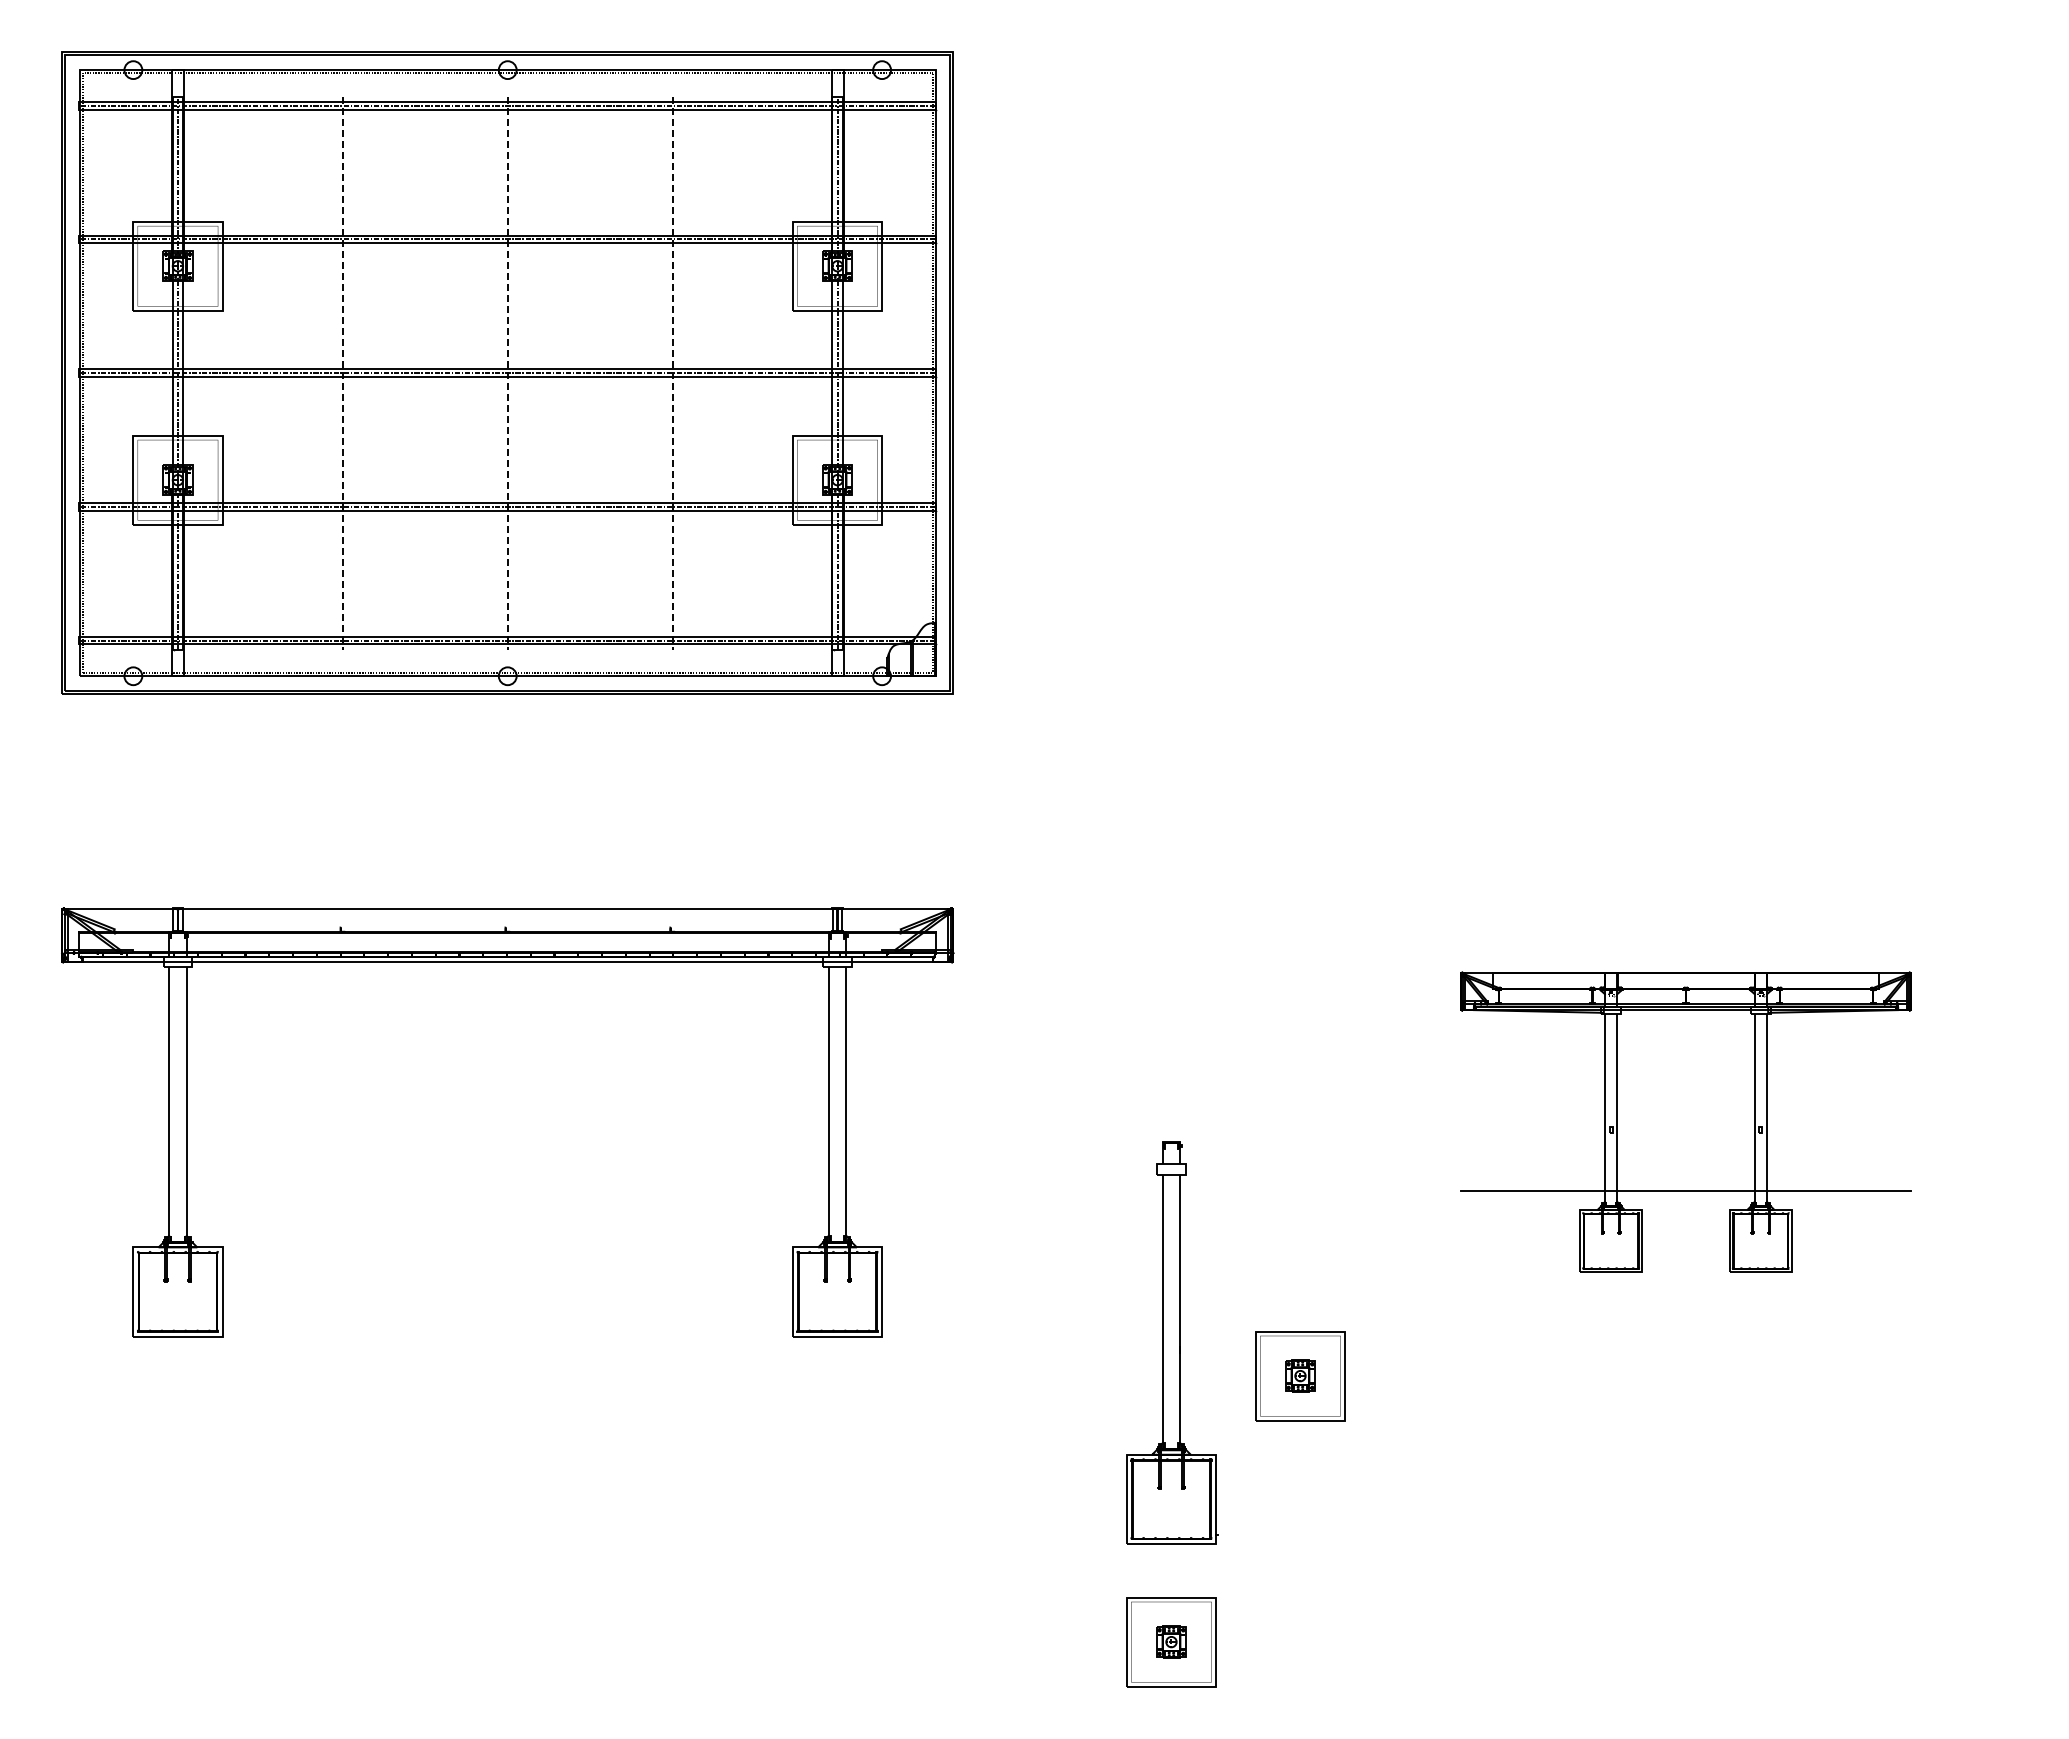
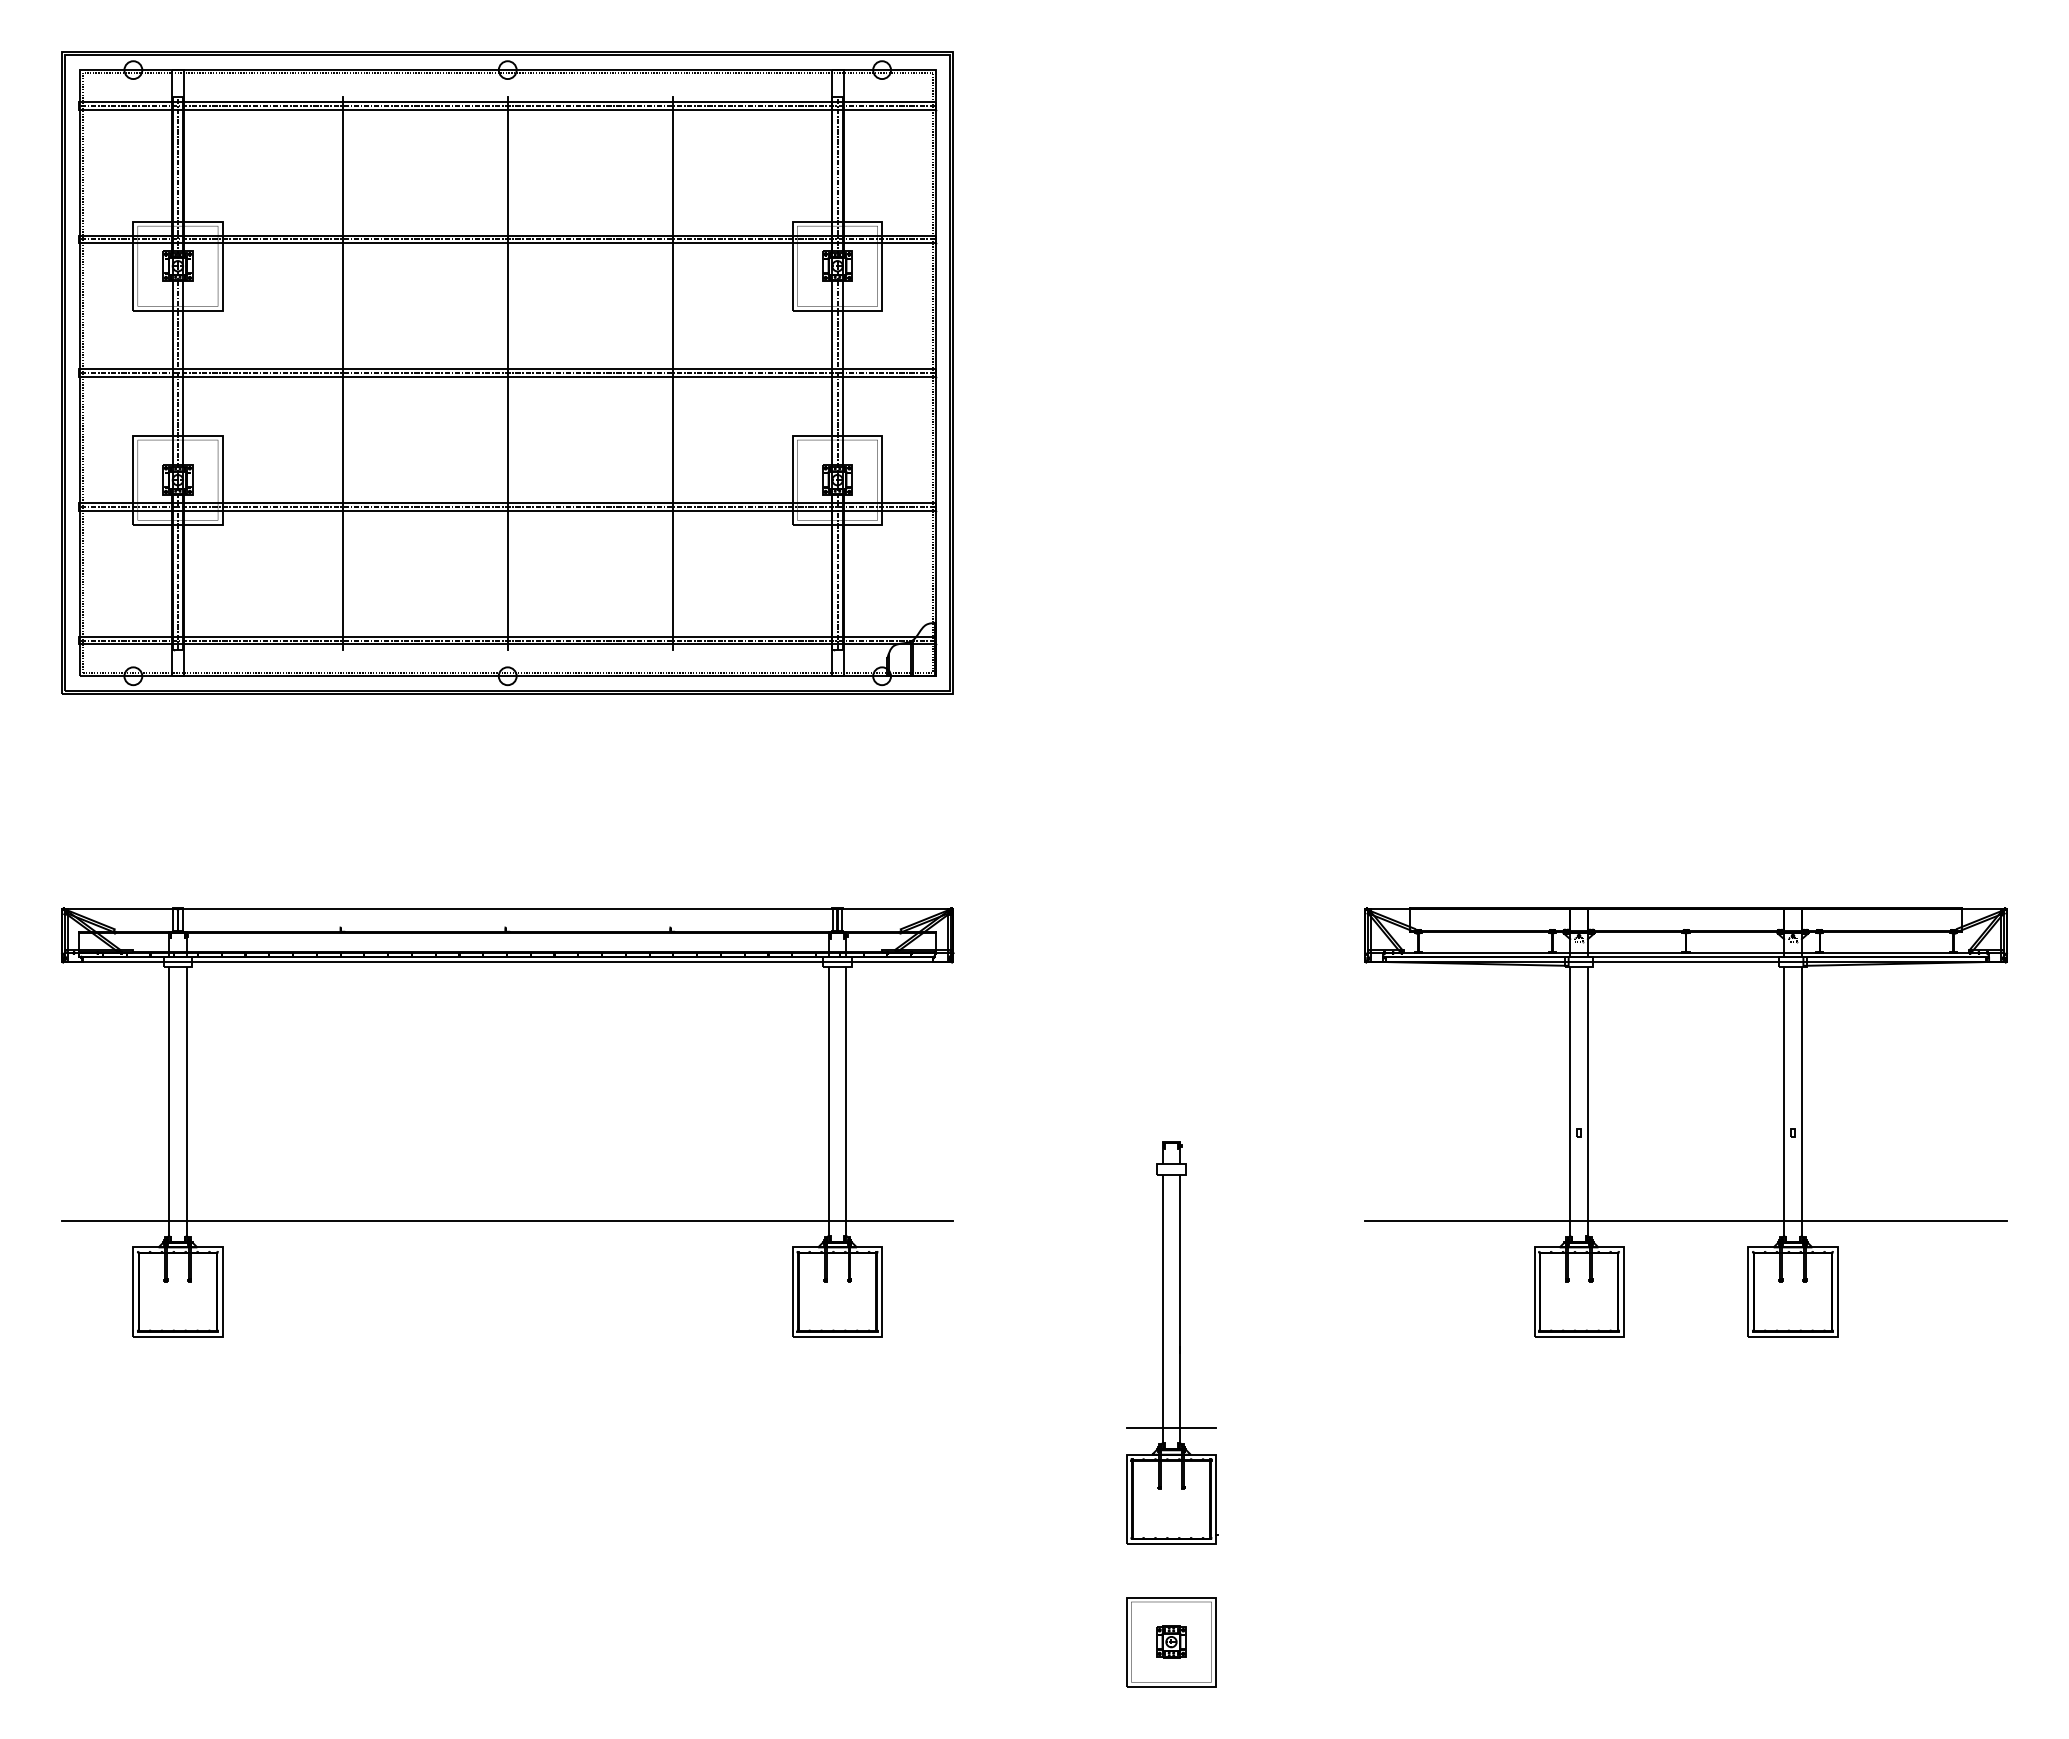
line at (342, 373): dashed -> solid
line at (507, 373): dashed -> solid
line at (672, 373): dashed -> solid
part at (1685, 1121) size: 452x302 px -> 644x431 px
line at (507, 1220): none -> present
part at (1300, 1376): present -> none
line at (1171, 1428): none -> present
